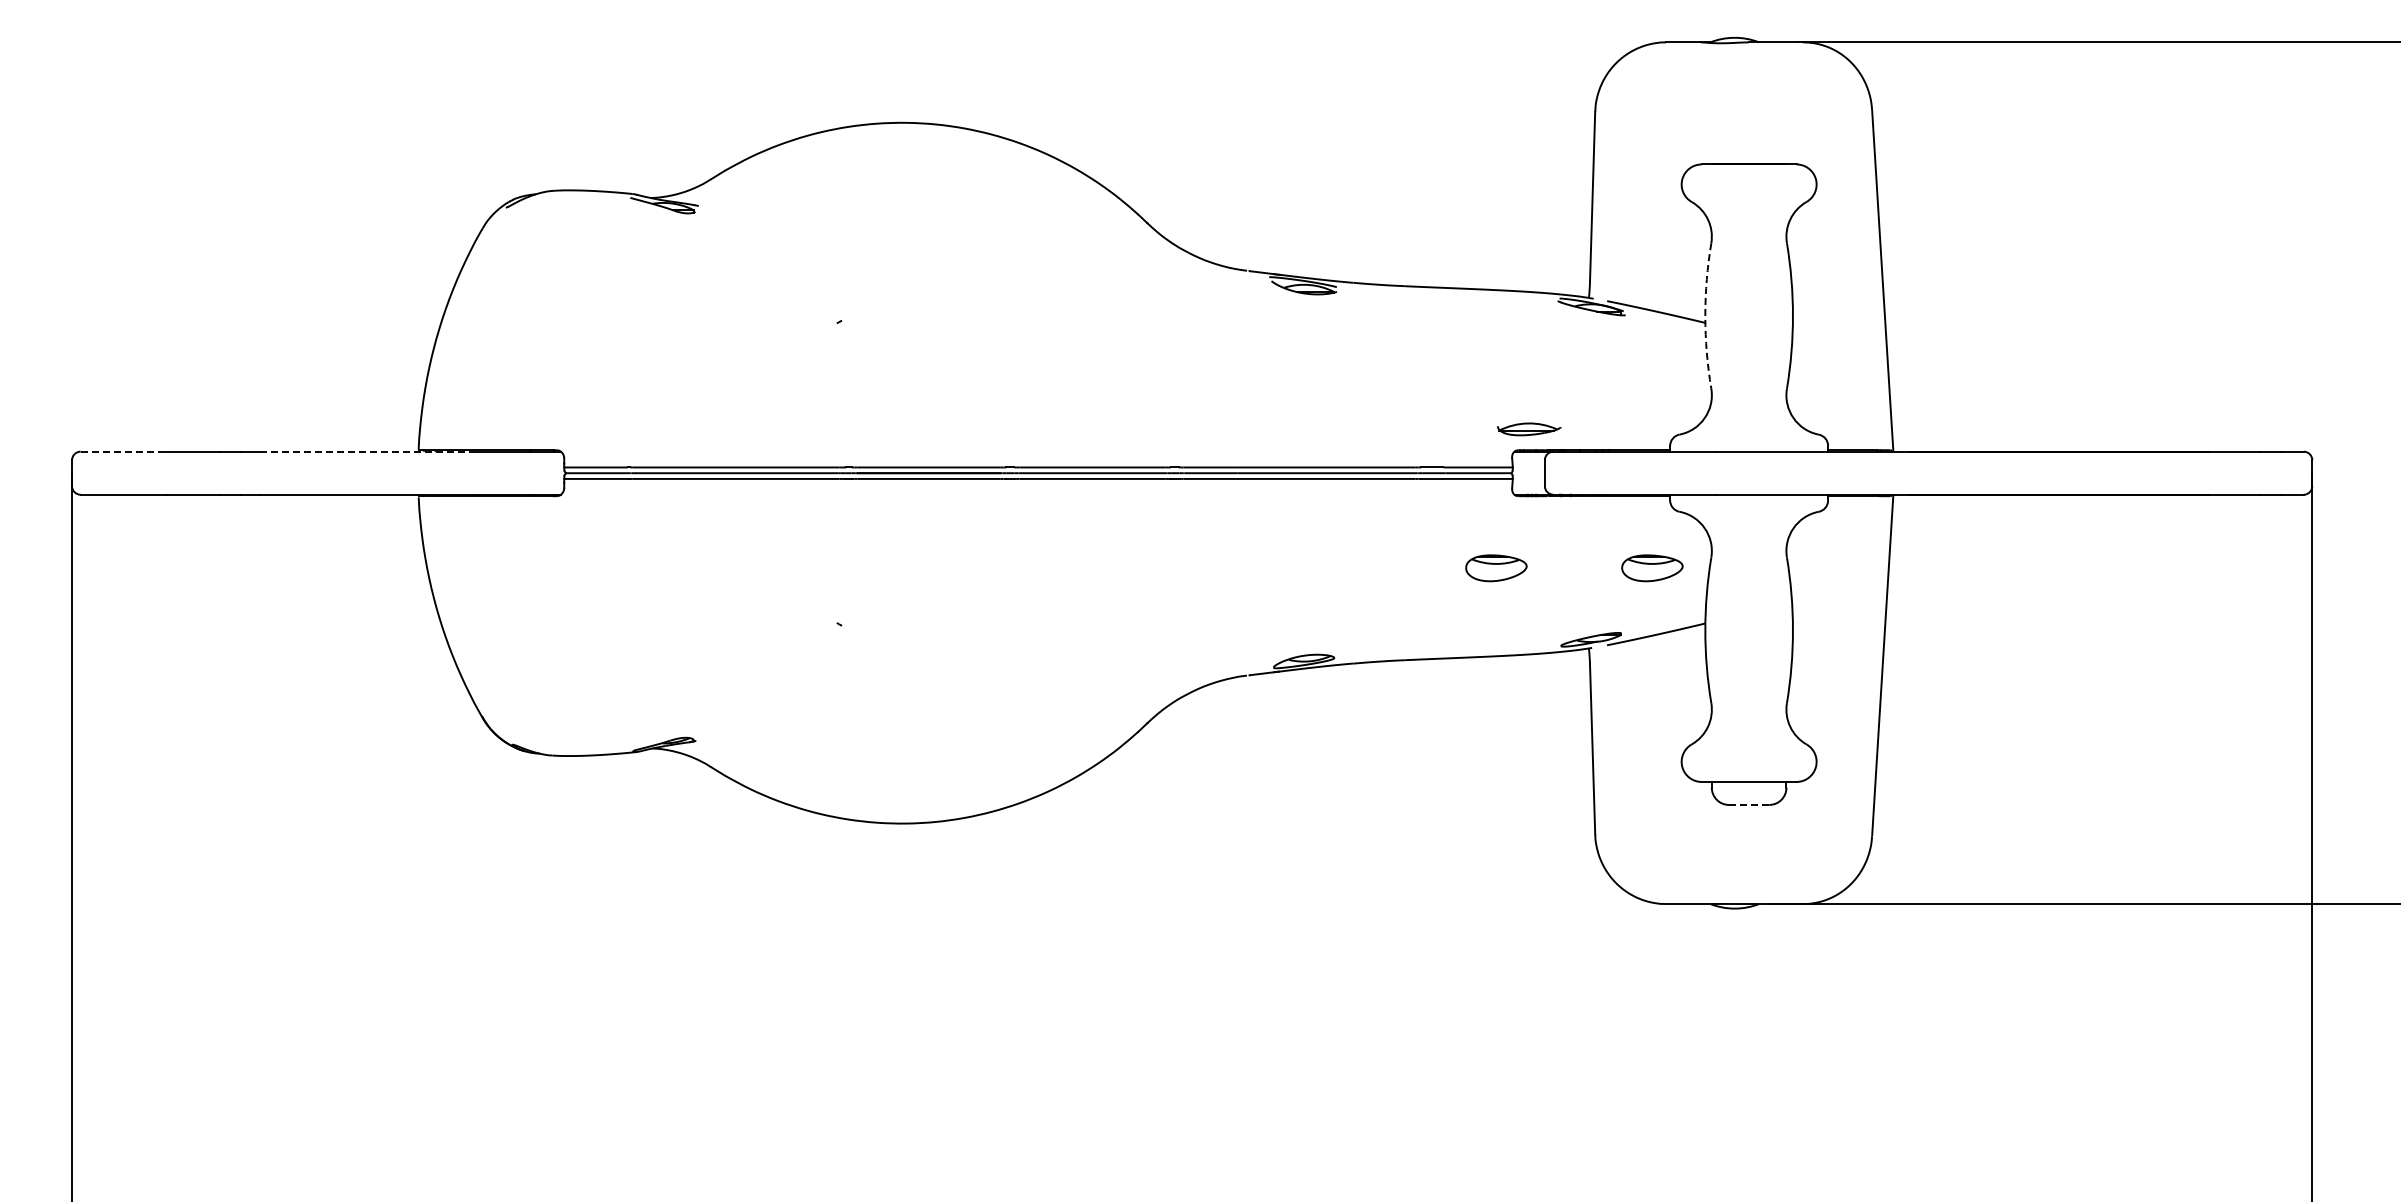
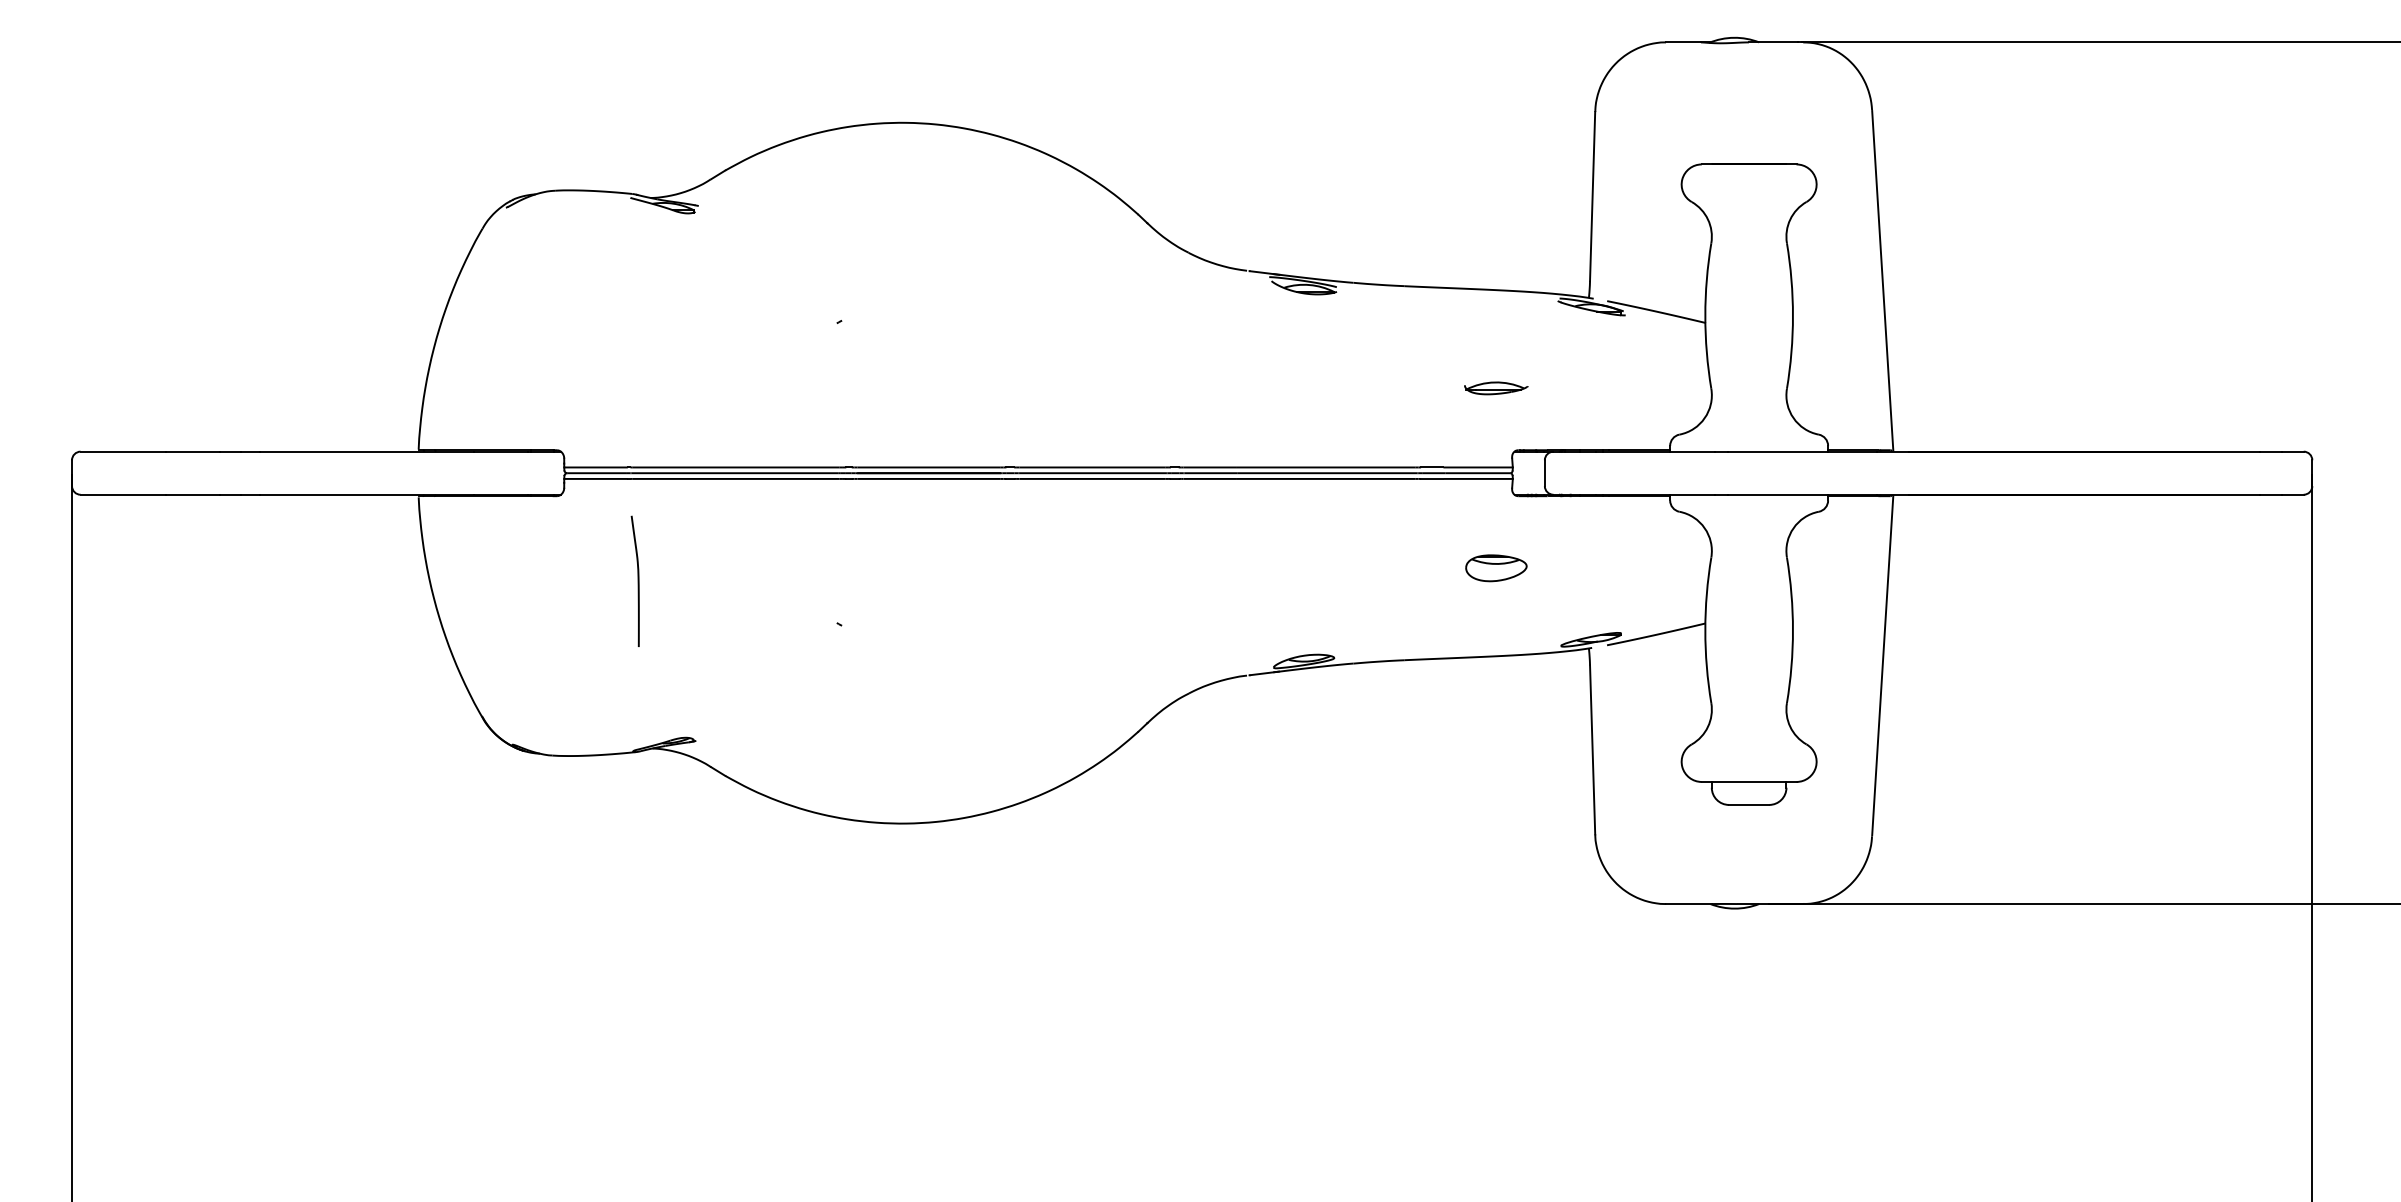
arc at (1705, 316): dashed -> solid
part at (1529, 429) position: (1529, 429) -> (1496, 388)
line at (123, 451): dashed -> solid
line at (367, 451): dashed -> solid
part at (1652, 568): present -> none
curve at (637, 580): none -> present
line at (1748, 804): dashed -> solid
